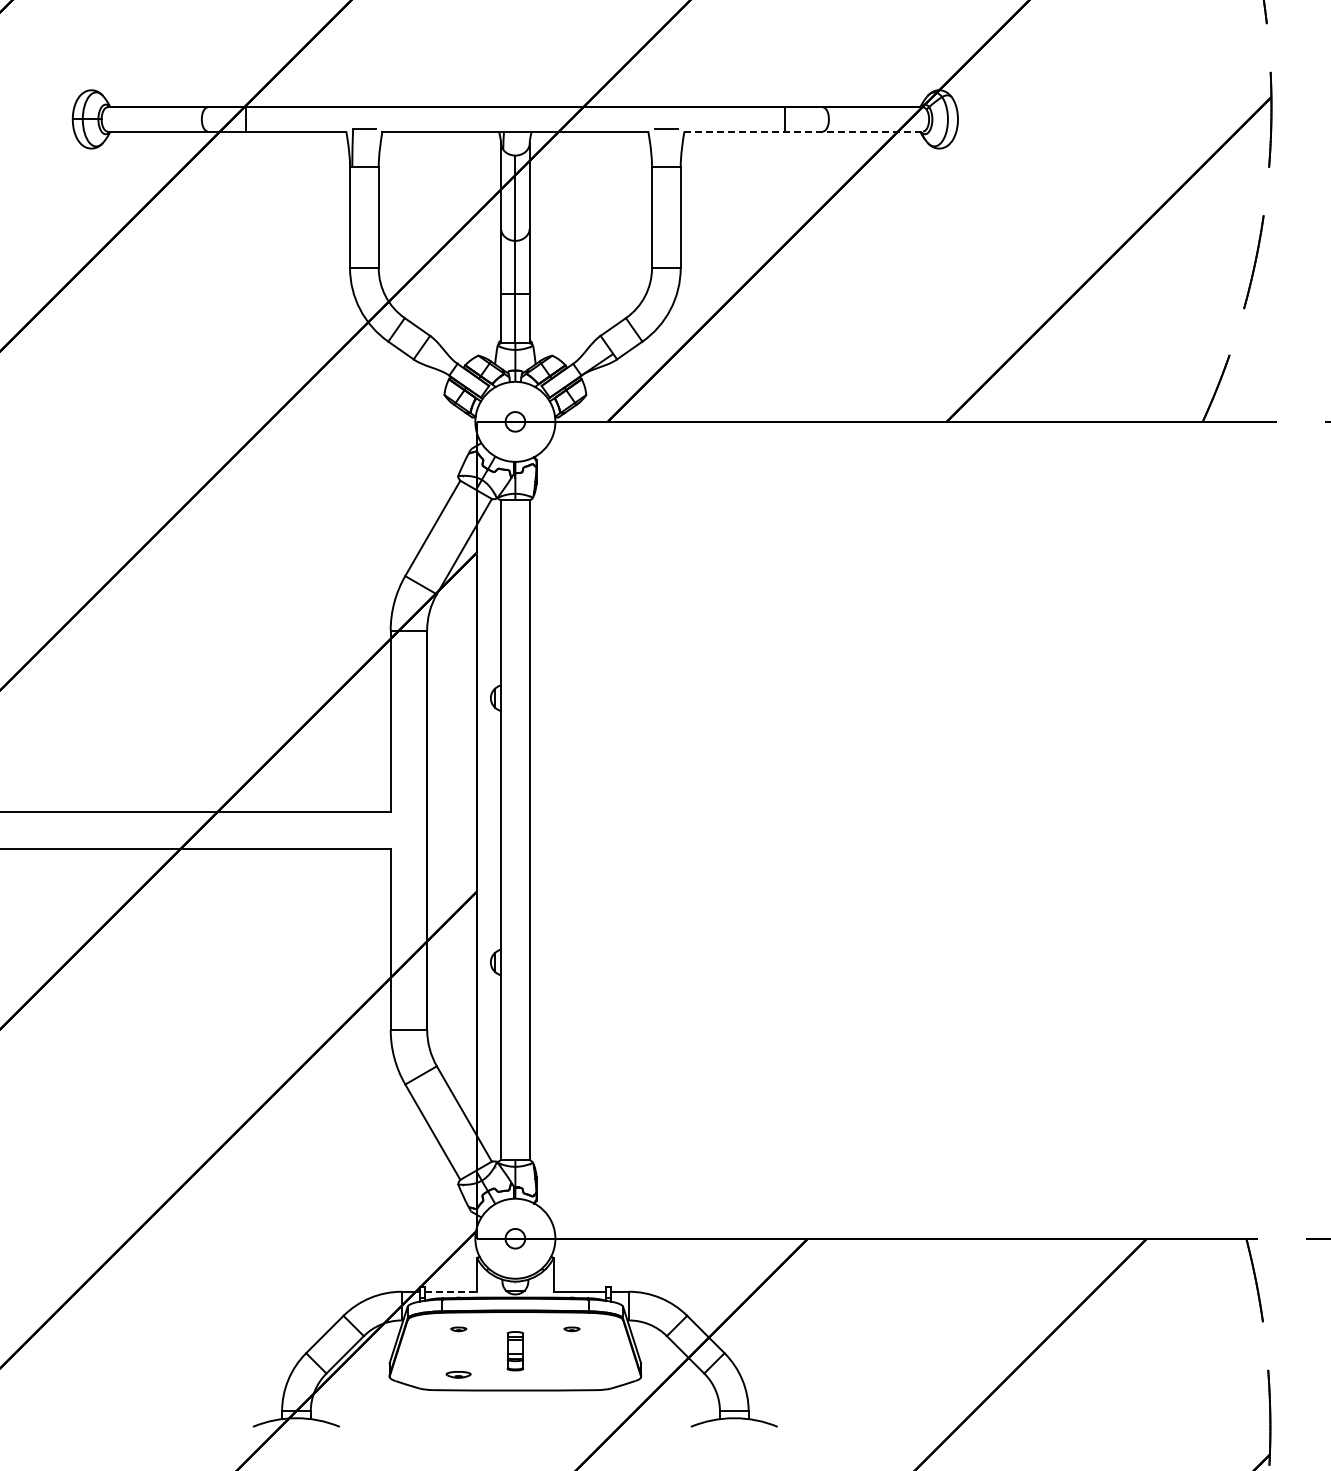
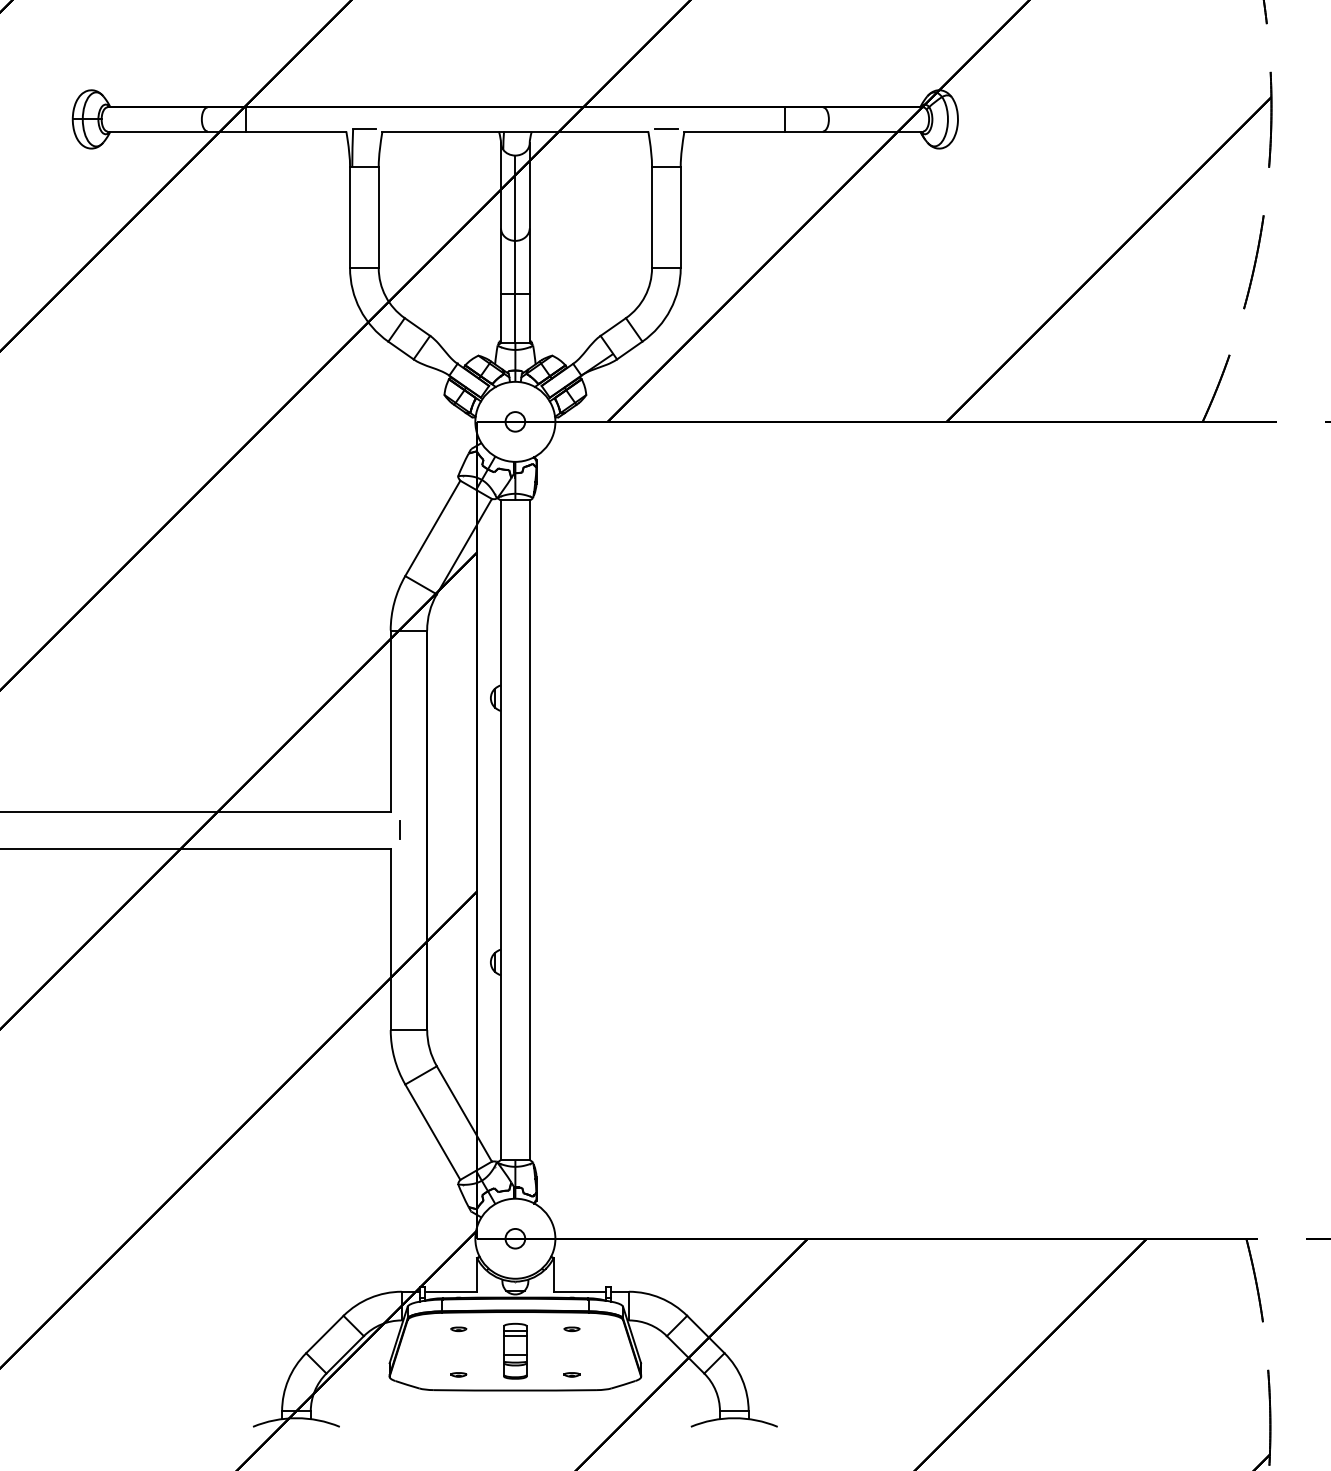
line at (804, 131): dashed -> solid
line at (399, 829): none -> present
line at (451, 1291): dashed -> solid
part at (514, 1351) size: 18x41 px -> 25x58 px
part at (458, 1374) size: 27x8 px -> 18x6 px
part at (571, 1374): none -> present
